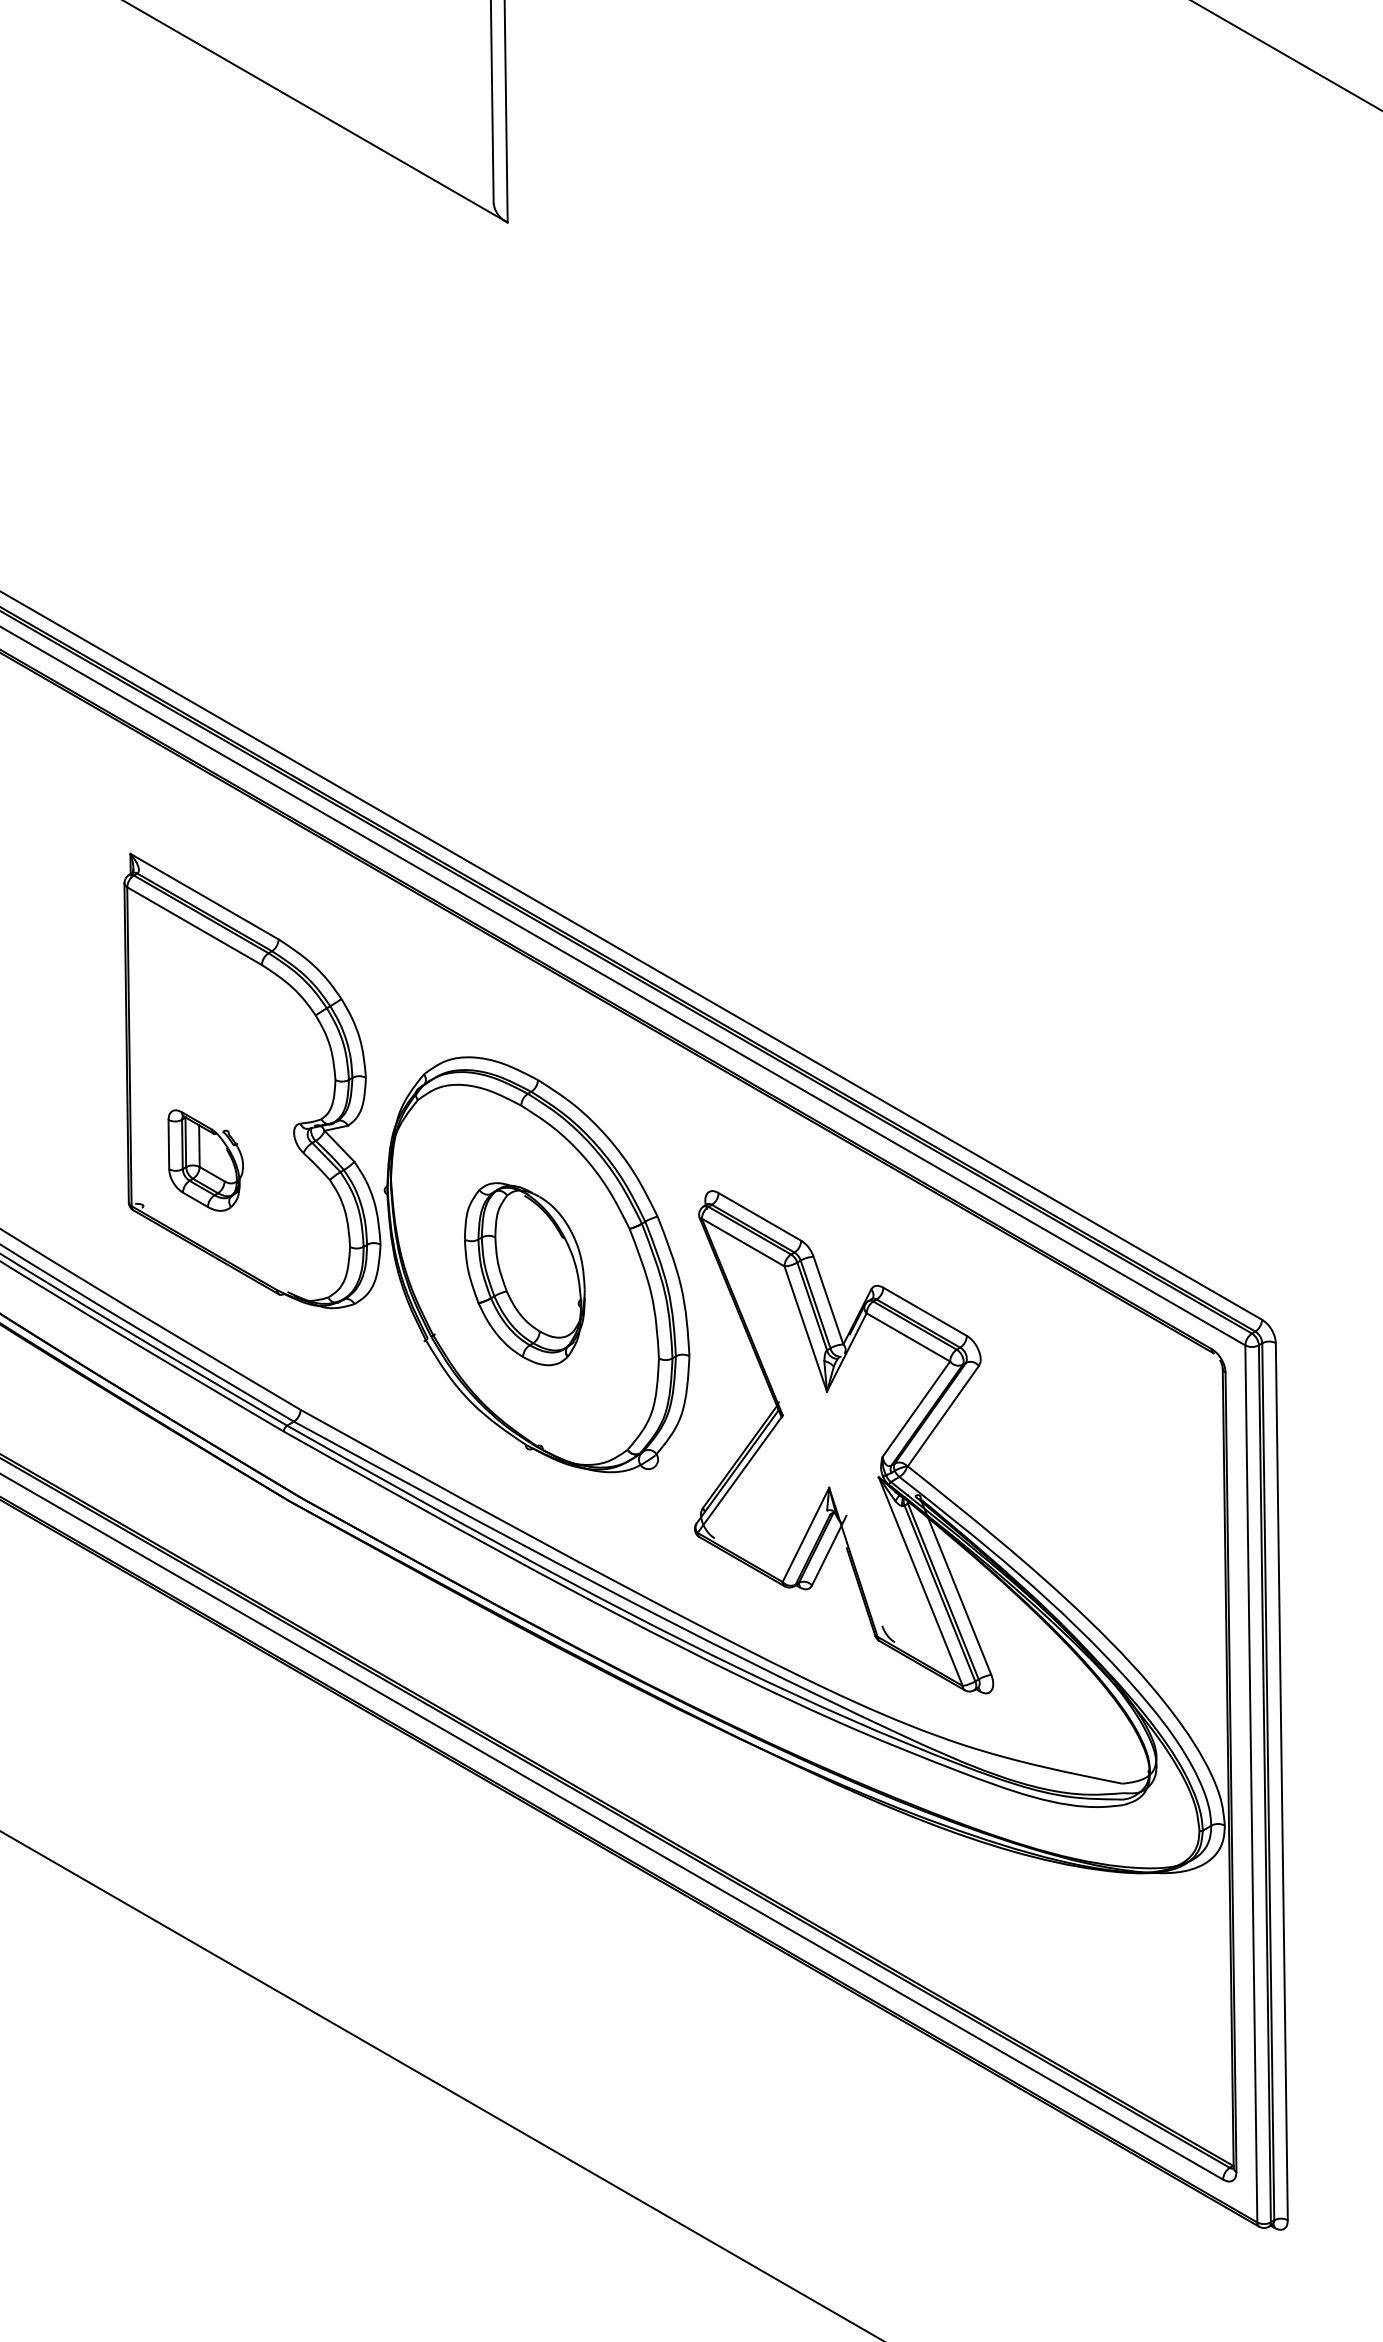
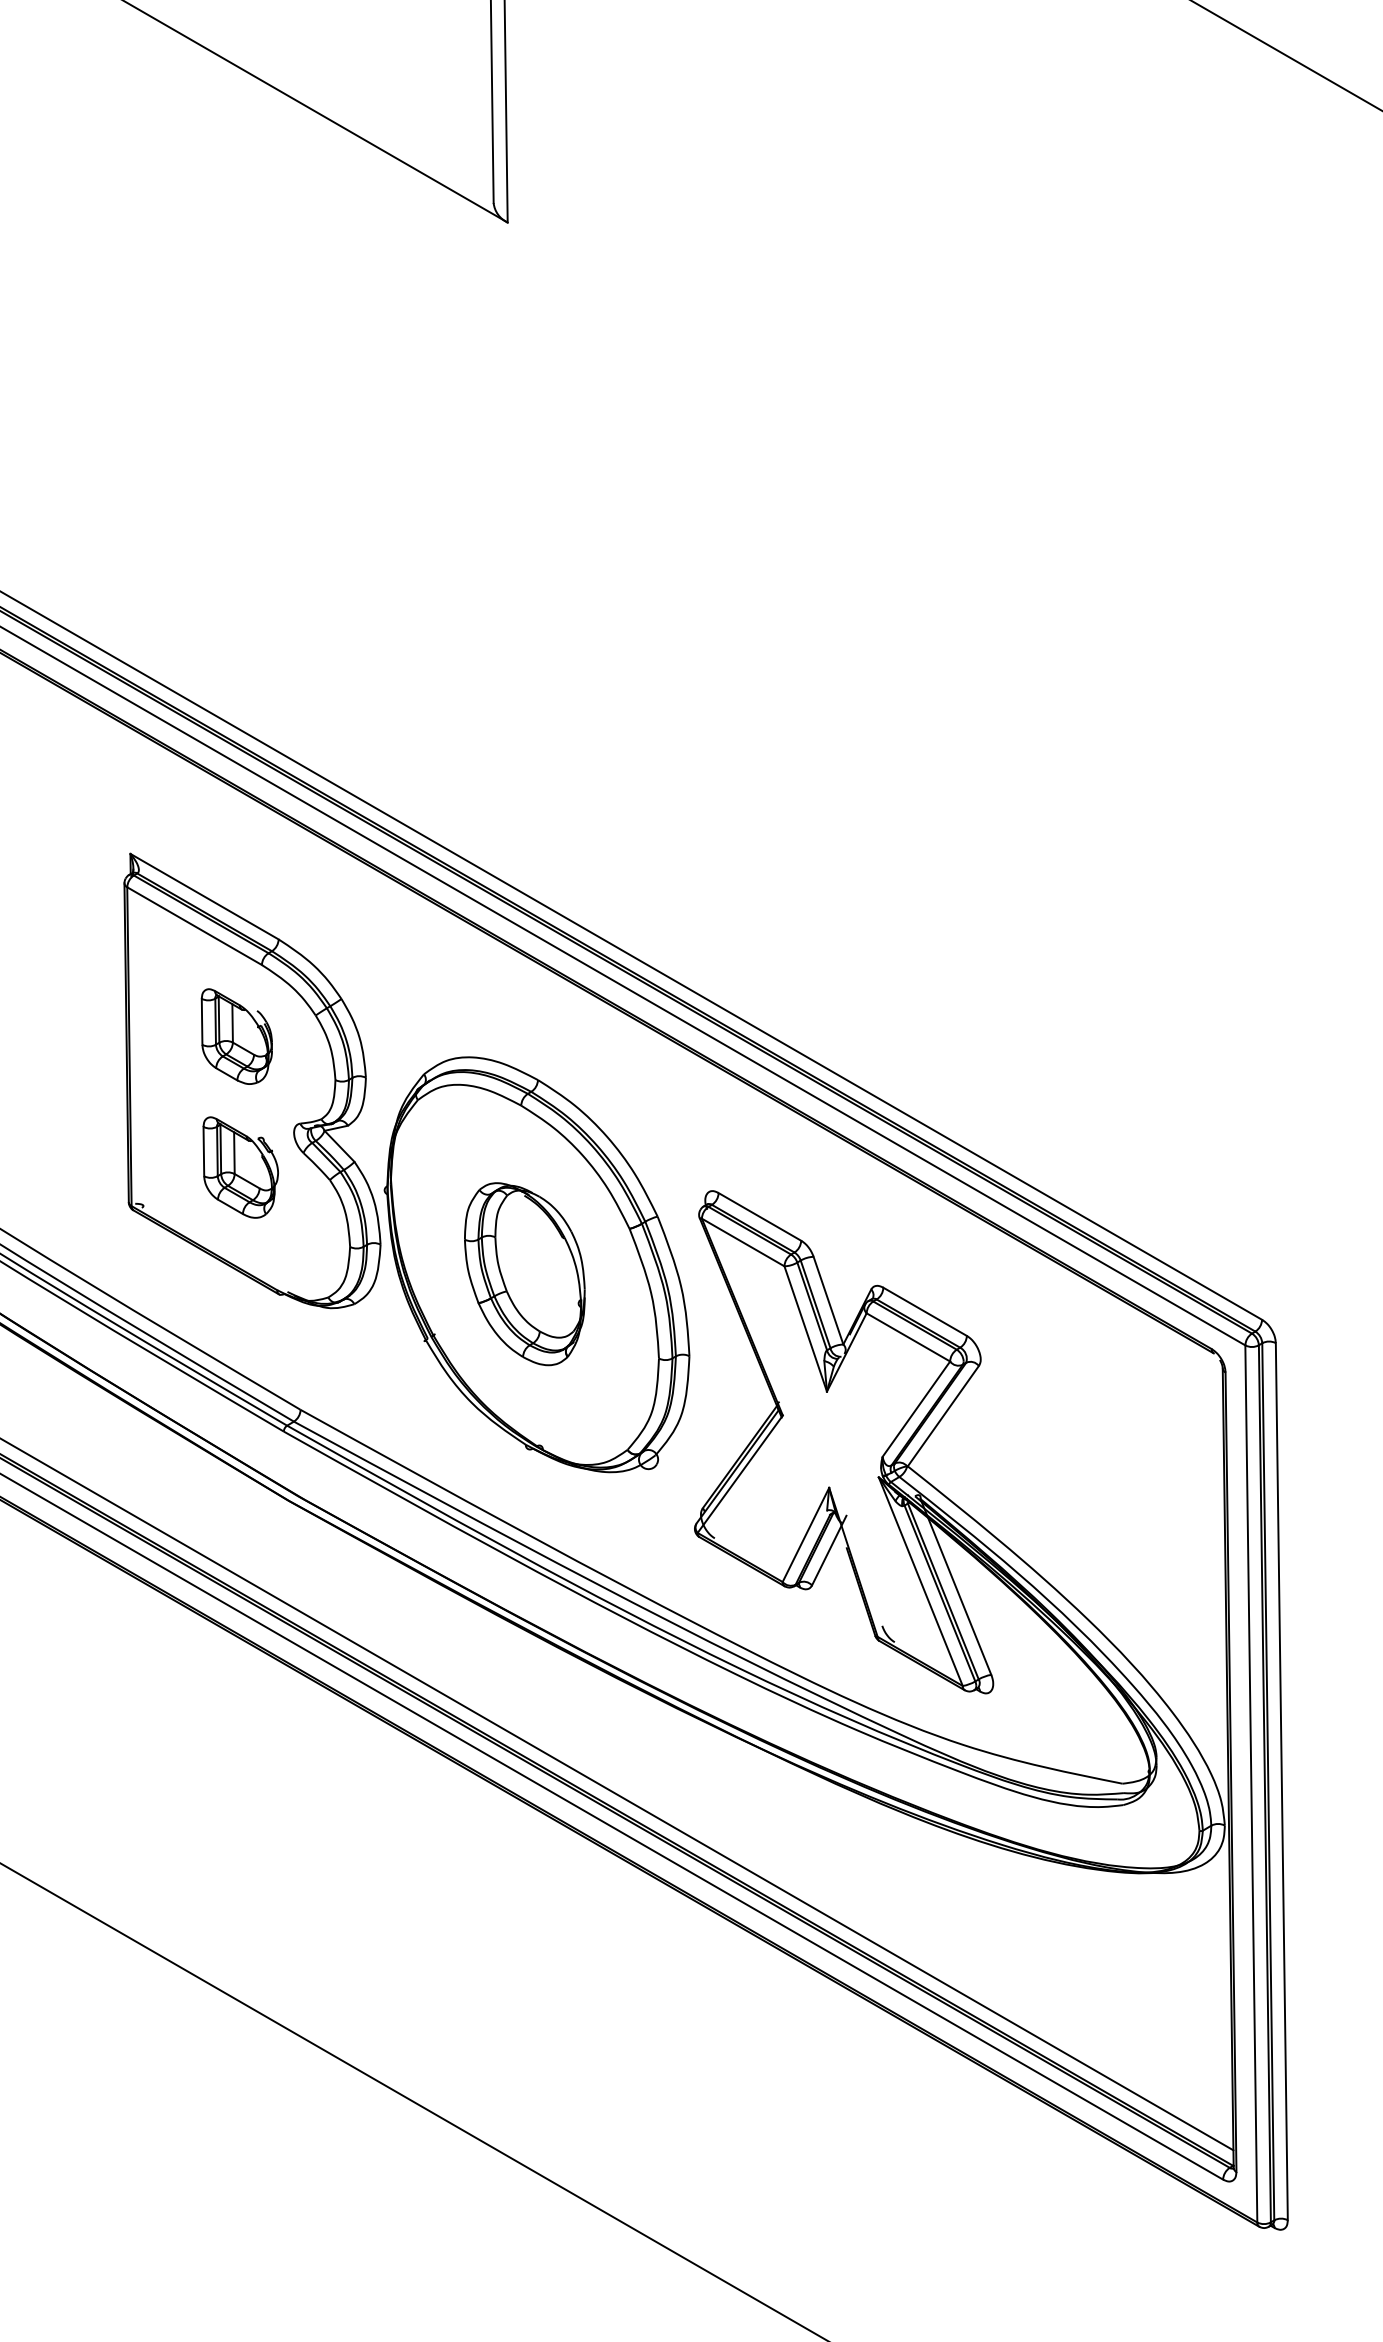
part at (236, 1036): none -> present
part at (205, 1160) position: (205, 1160) -> (240, 1167)
line at (617, 1794): none -> present
line at (440, 2085) position: (440, 2085) -> (412, 2101)
